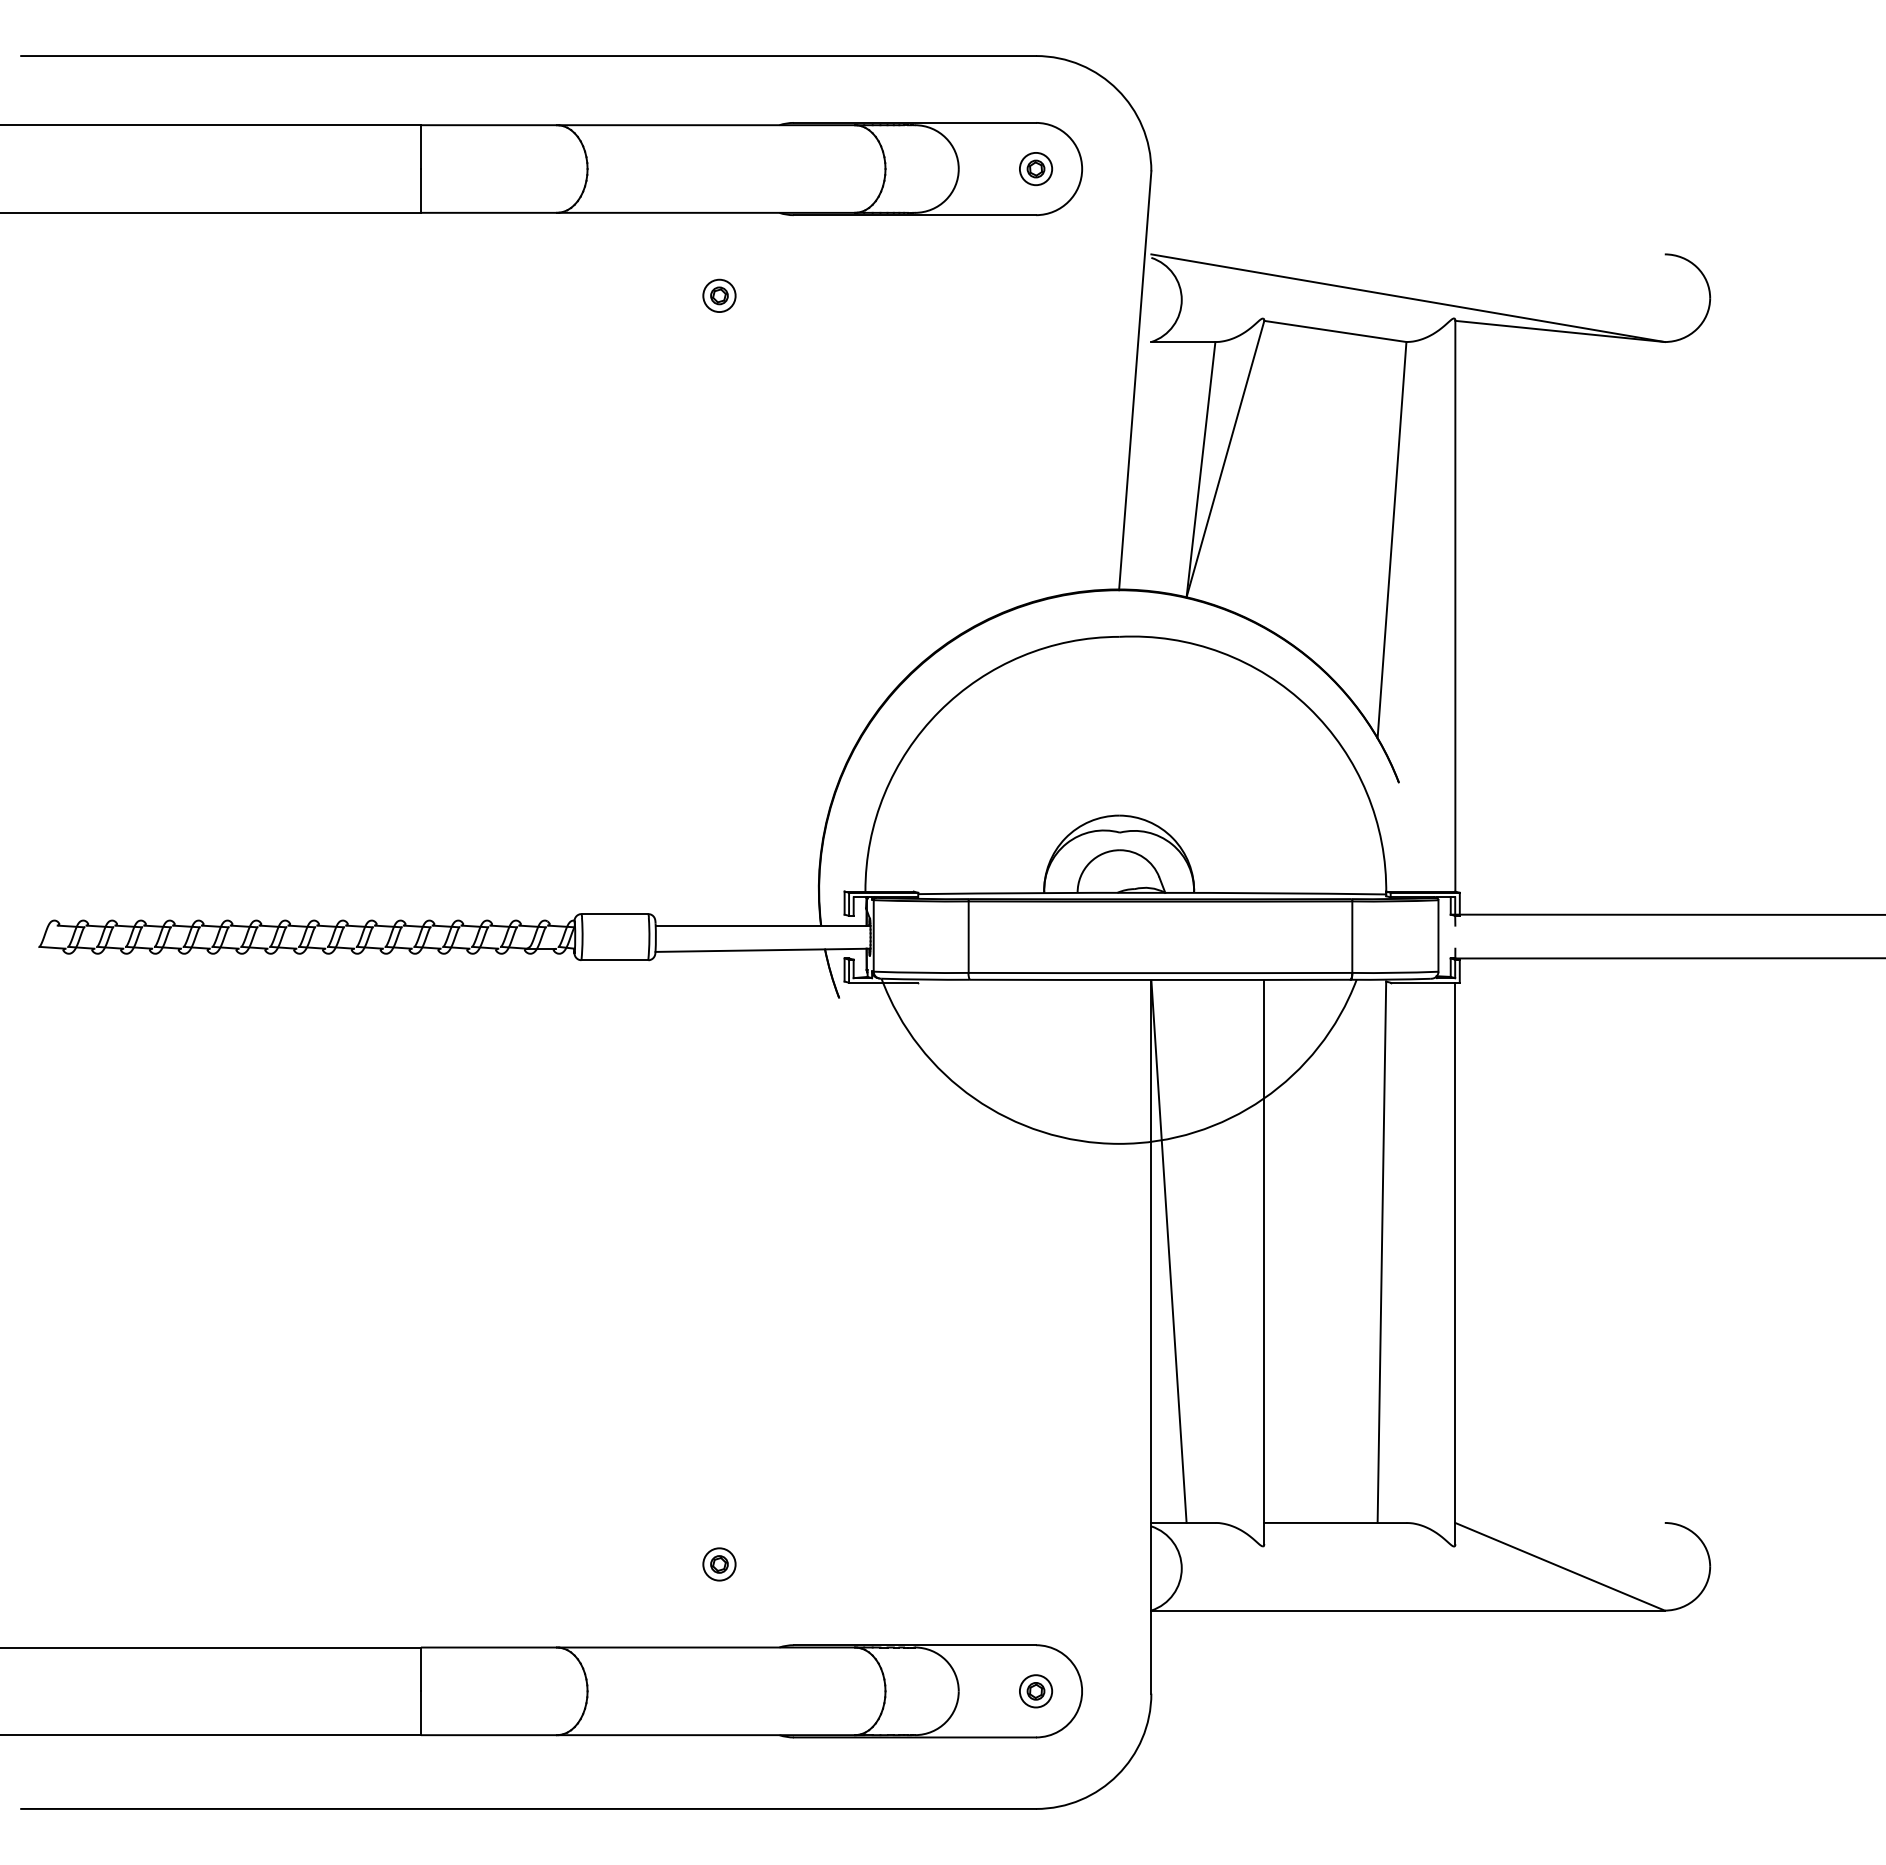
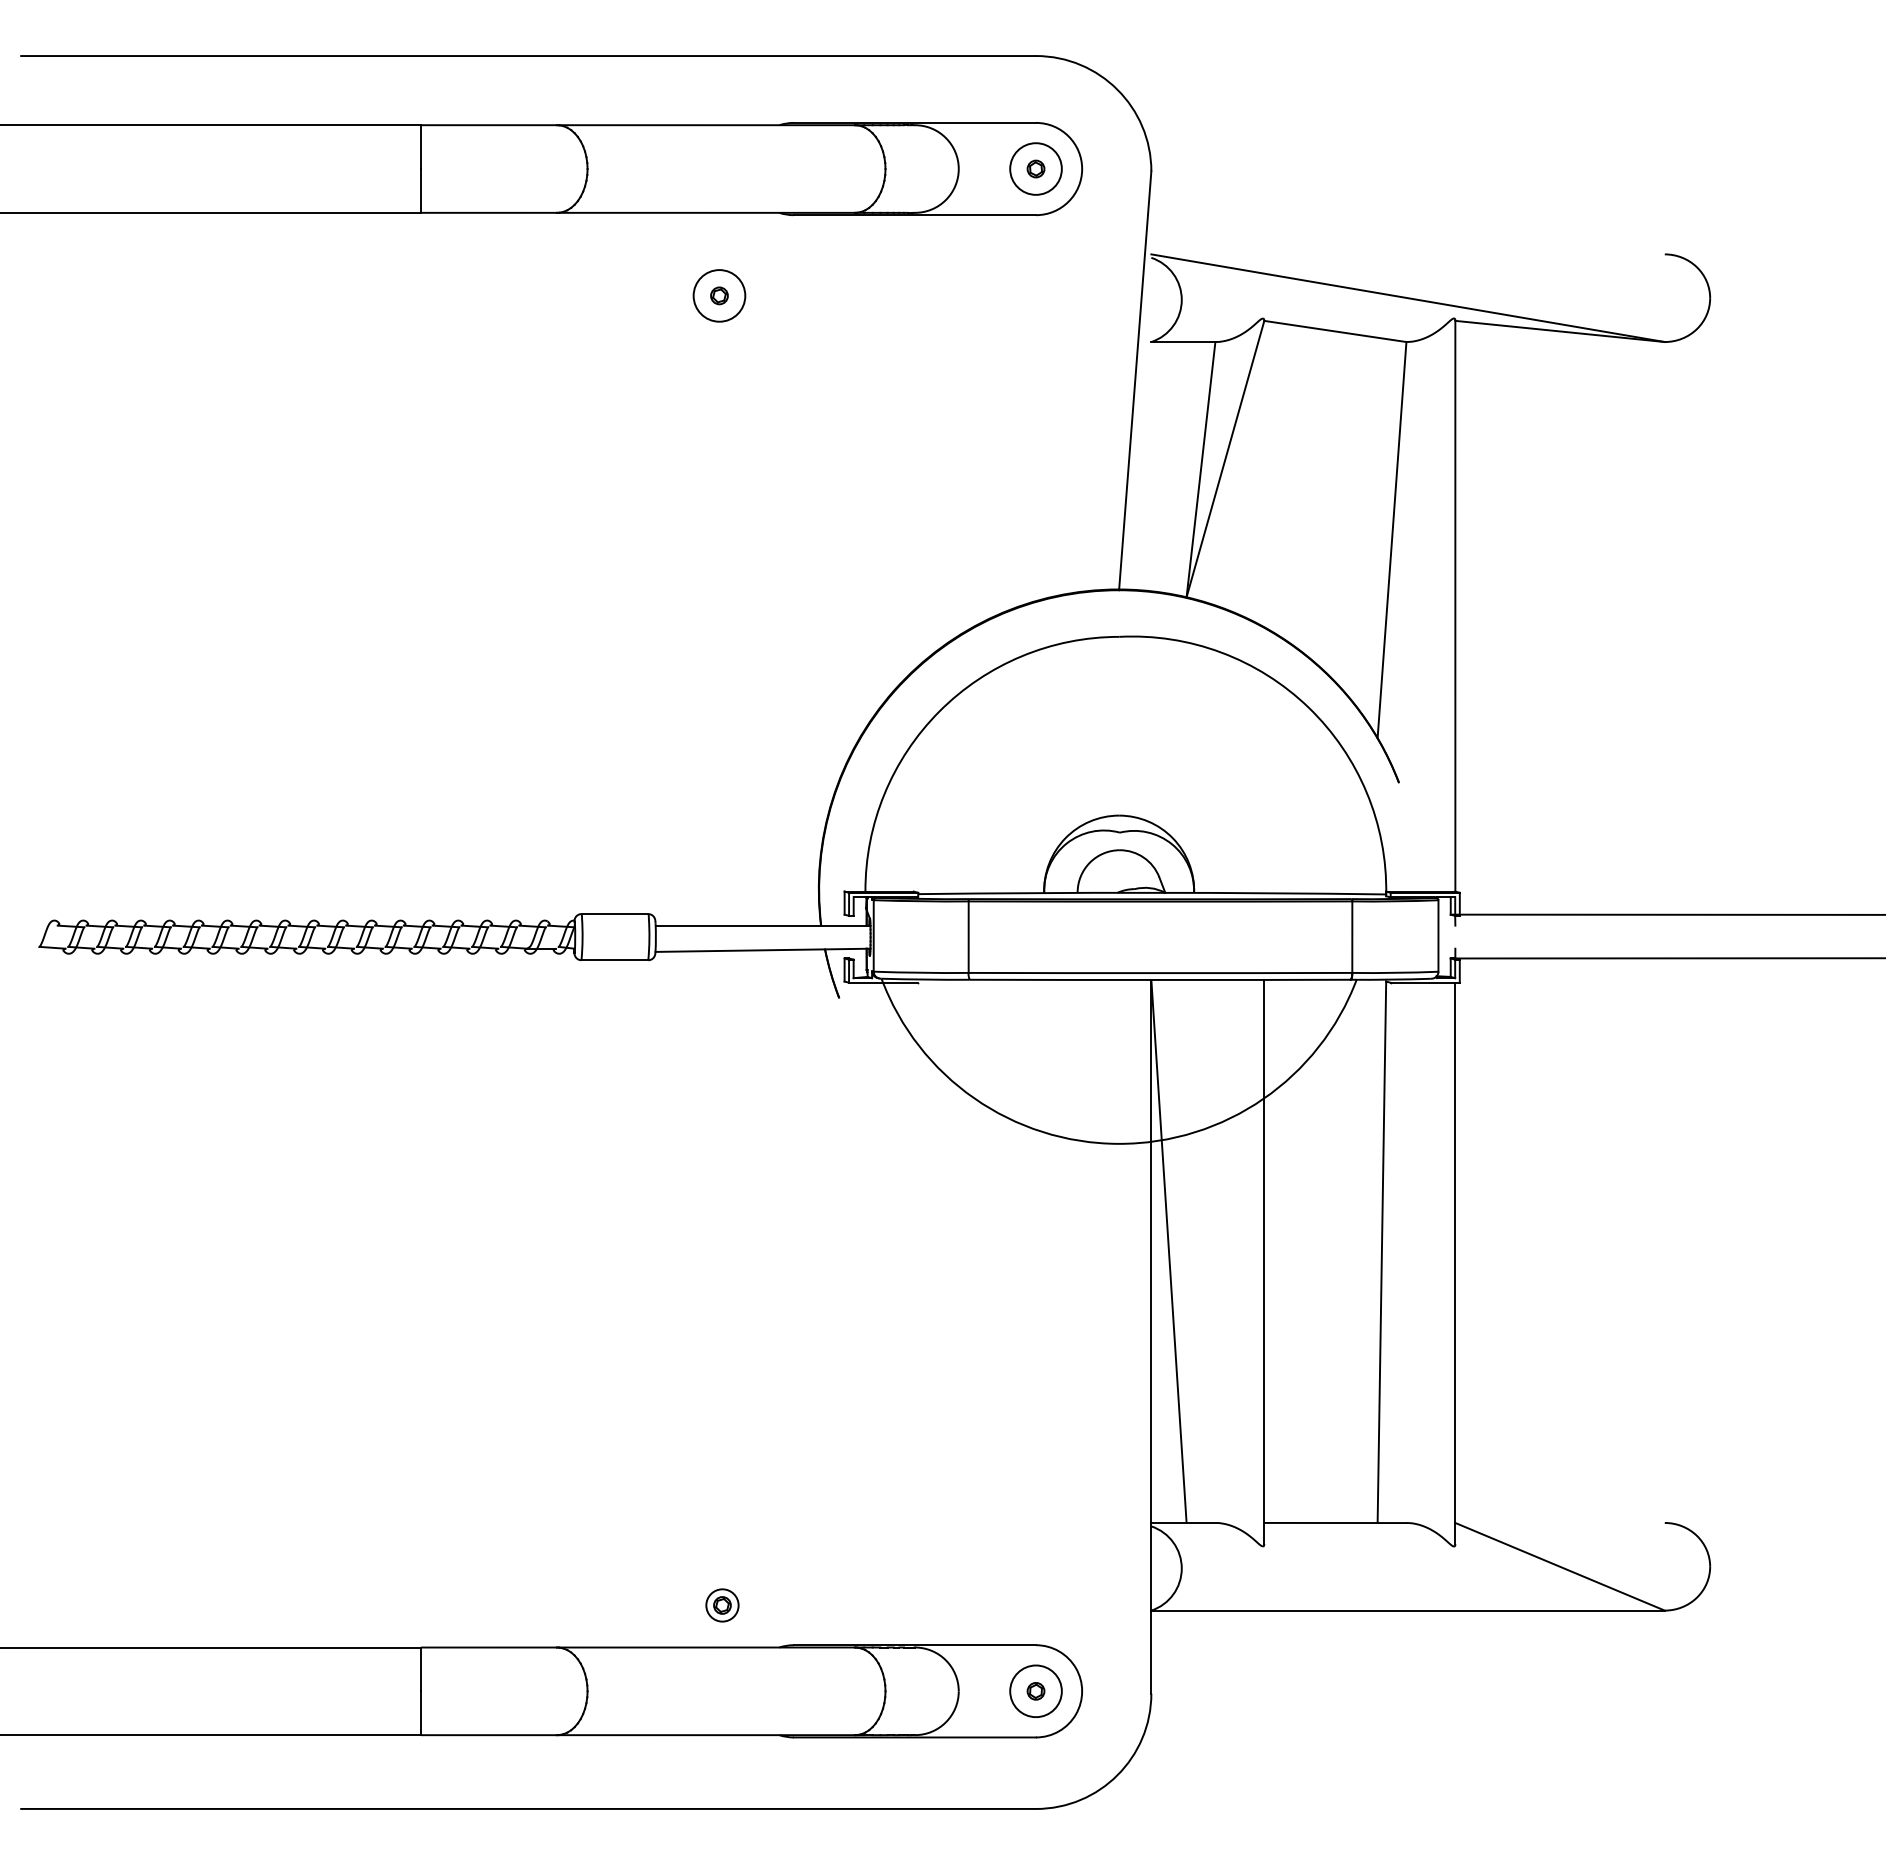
circle at (1035, 168) diameter: 32 px -> 52 px
circle at (719, 295) diameter: 32 px -> 52 px
part at (719, 1564) position: (719, 1564) -> (722, 1605)
circle at (1035, 1691) diameter: 32 px -> 52 px
